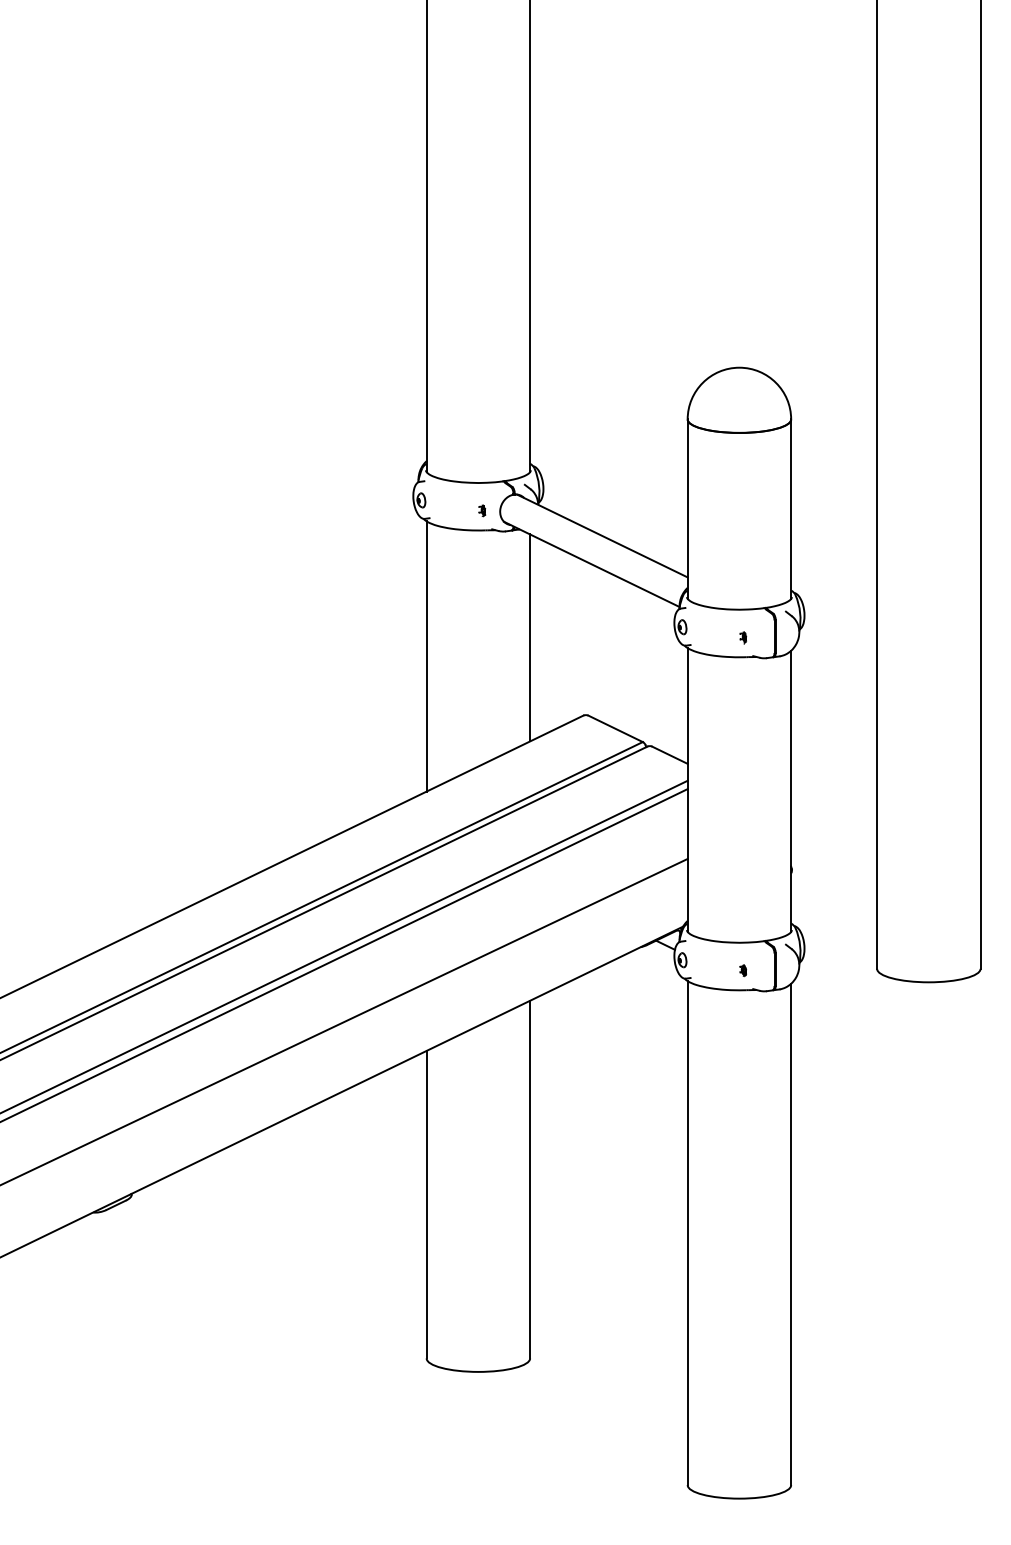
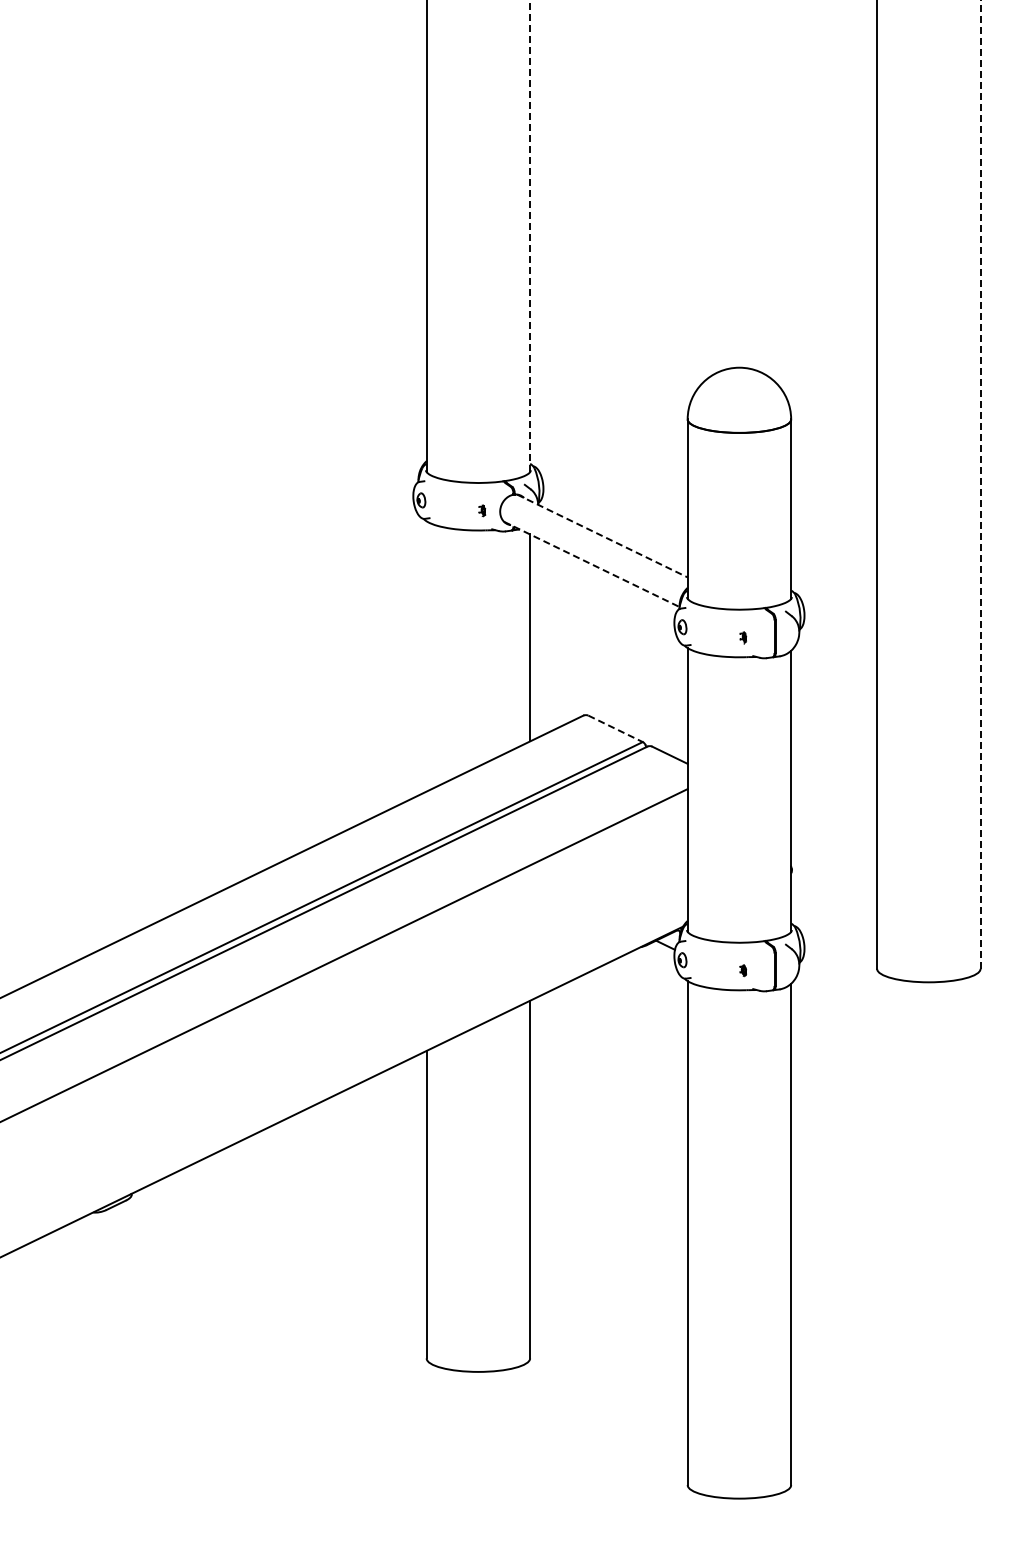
line at (530, 236): solid -> dashed
line at (980, 484): solid -> dashed
line at (602, 536): solid -> dashed
line at (591, 564): solid -> dashed
line at (426, 656): present -> none
line at (616, 729): solid -> dashed
line at (344, 946): present -> none
line at (344, 1021): present -> none
